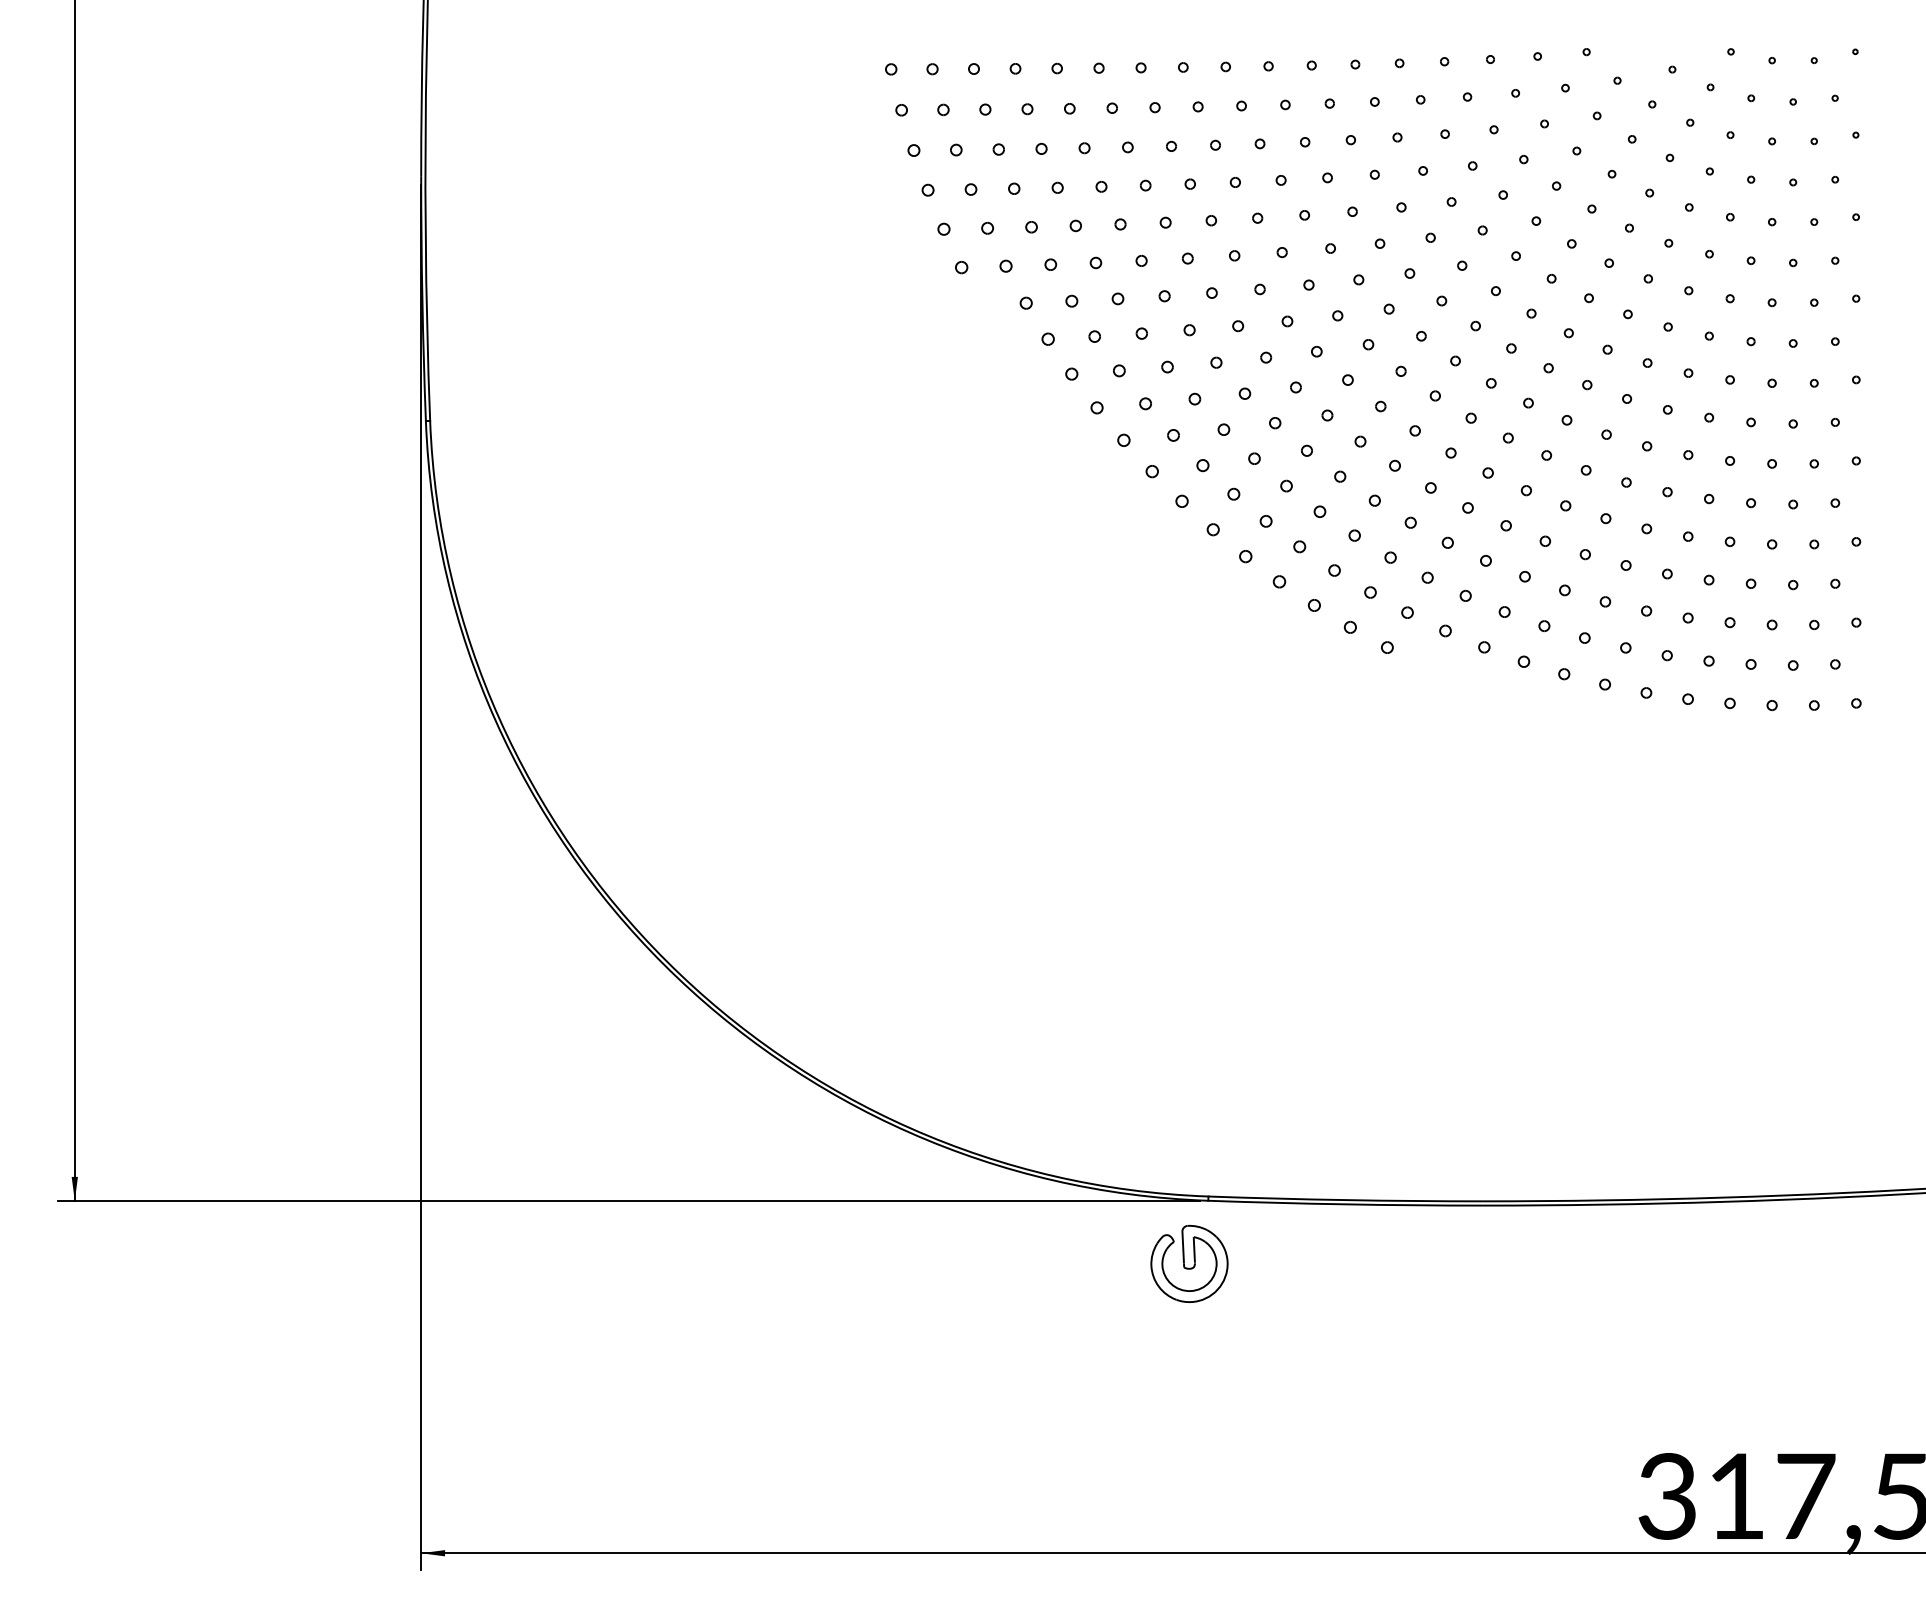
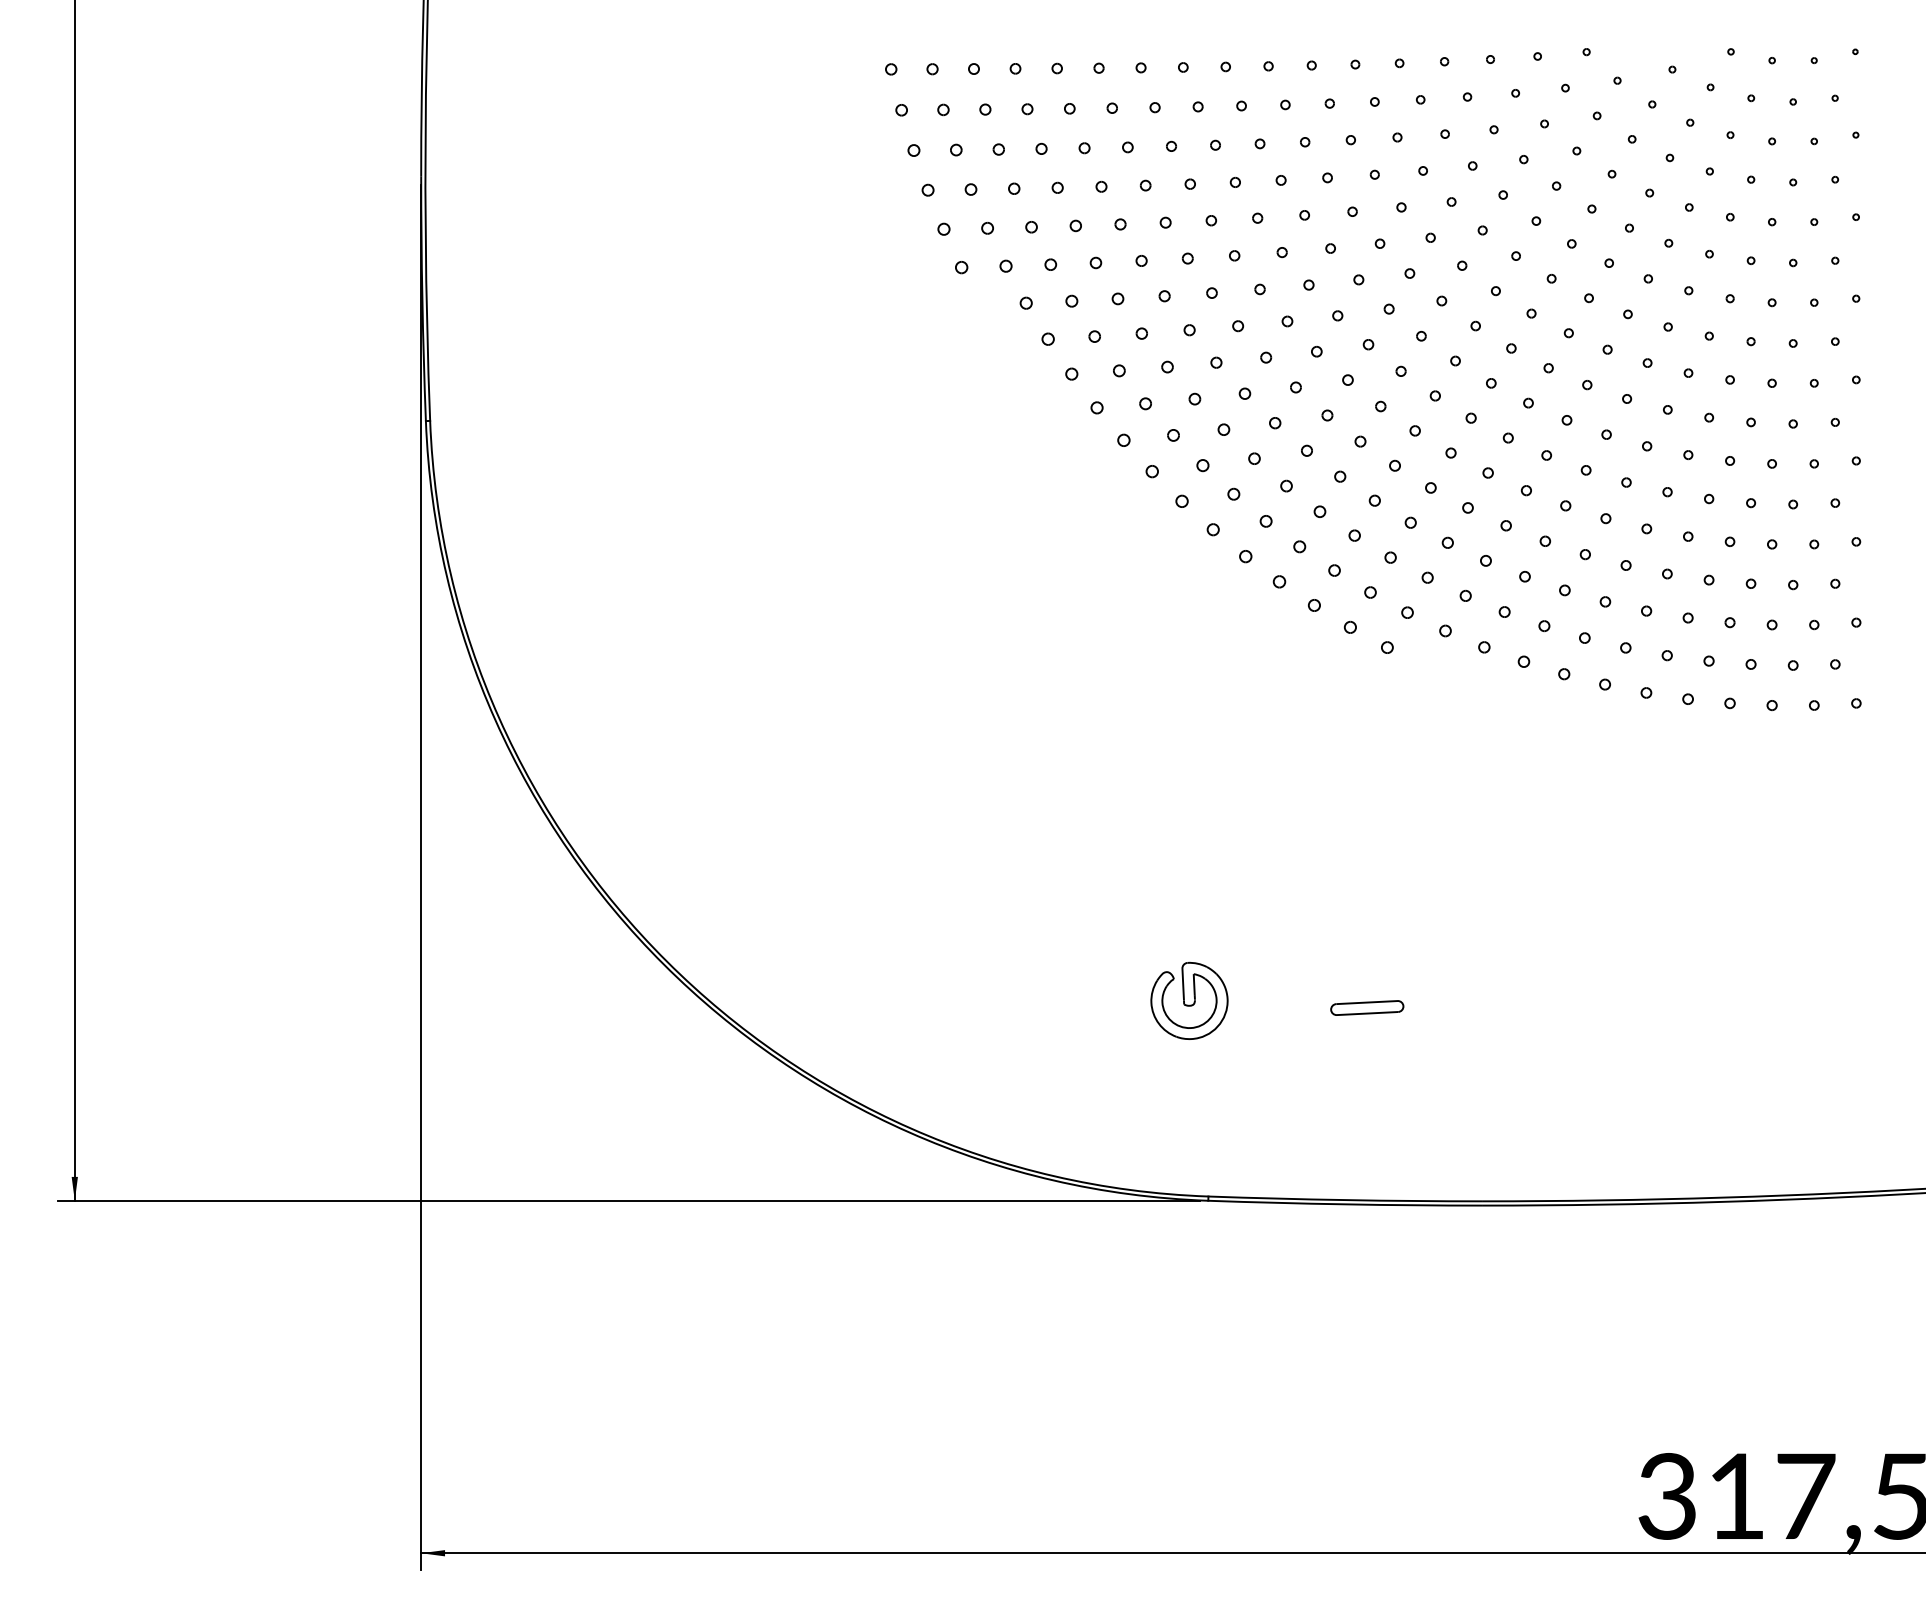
part at (1367, 1007): none -> present
part at (1189, 1263) position: (1189, 1263) -> (1189, 1000)
